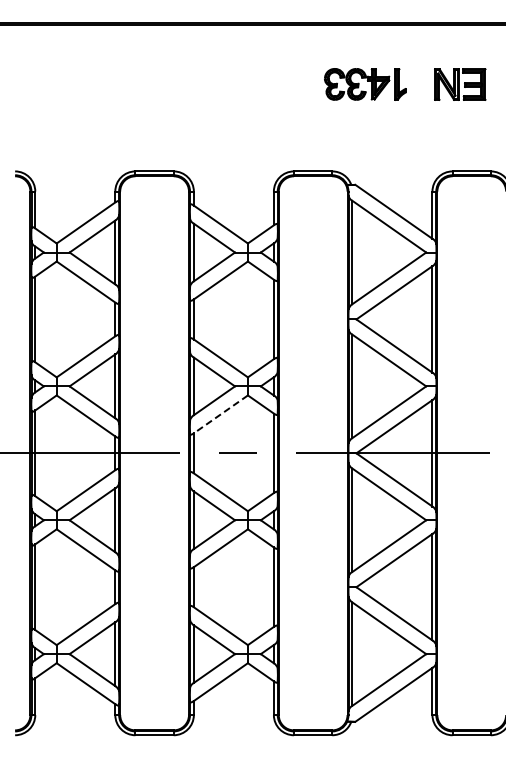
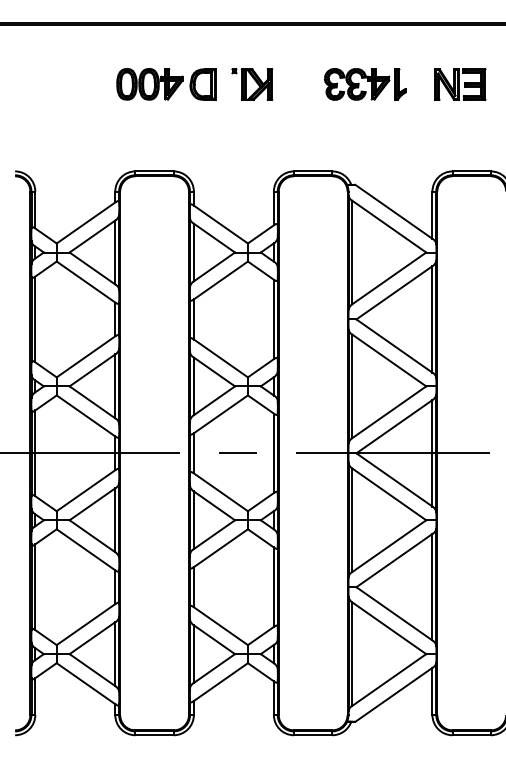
part at (166, 84): none -> present
part at (252, 84): none -> present
line at (220, 414): dashed -> solid
